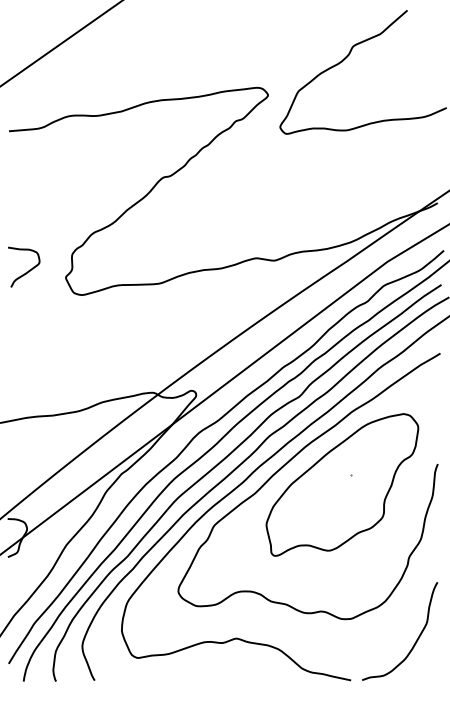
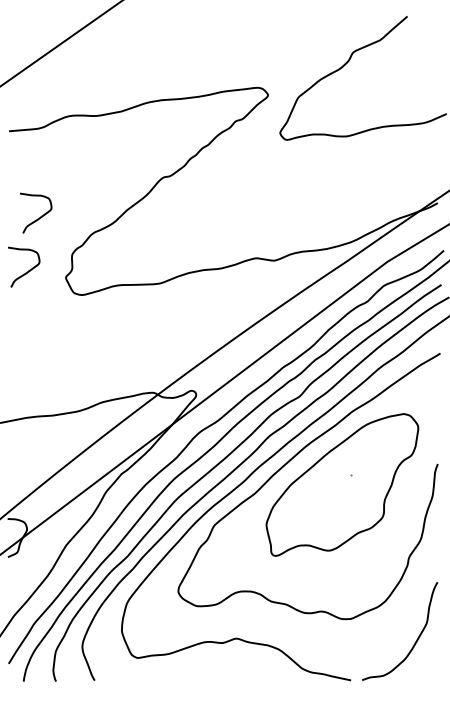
curve at (347, 57) position: (347, 57) -> (347, 63)
curve at (40, 216): none -> present
